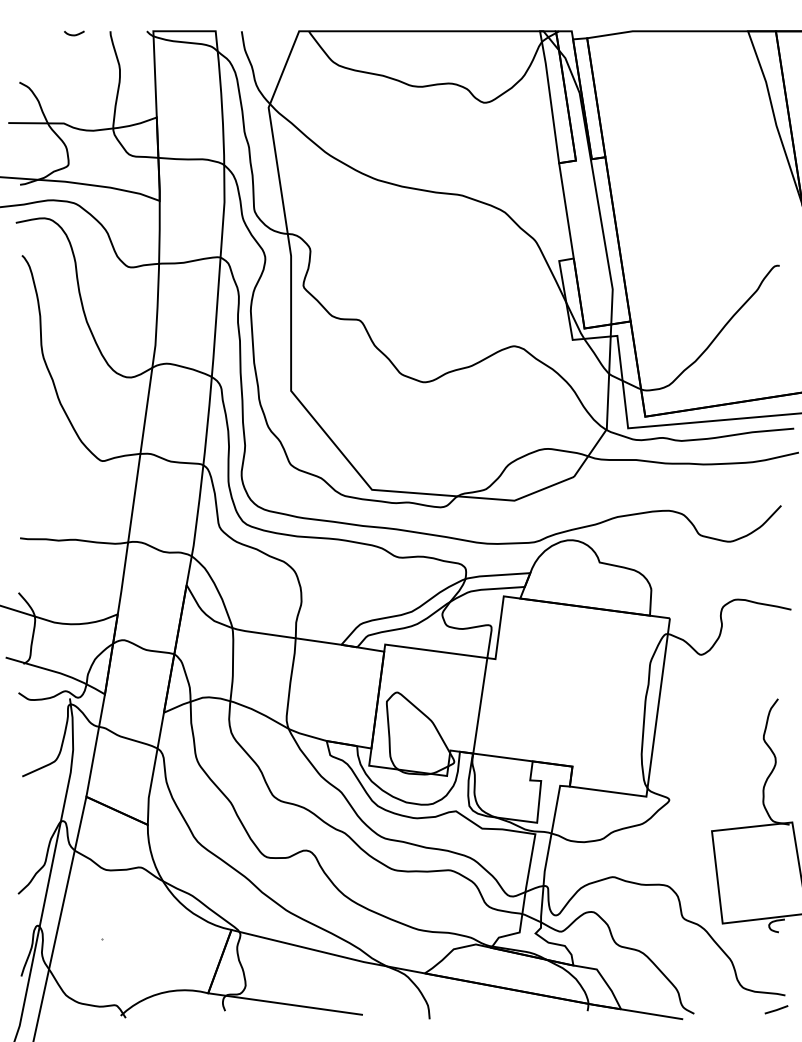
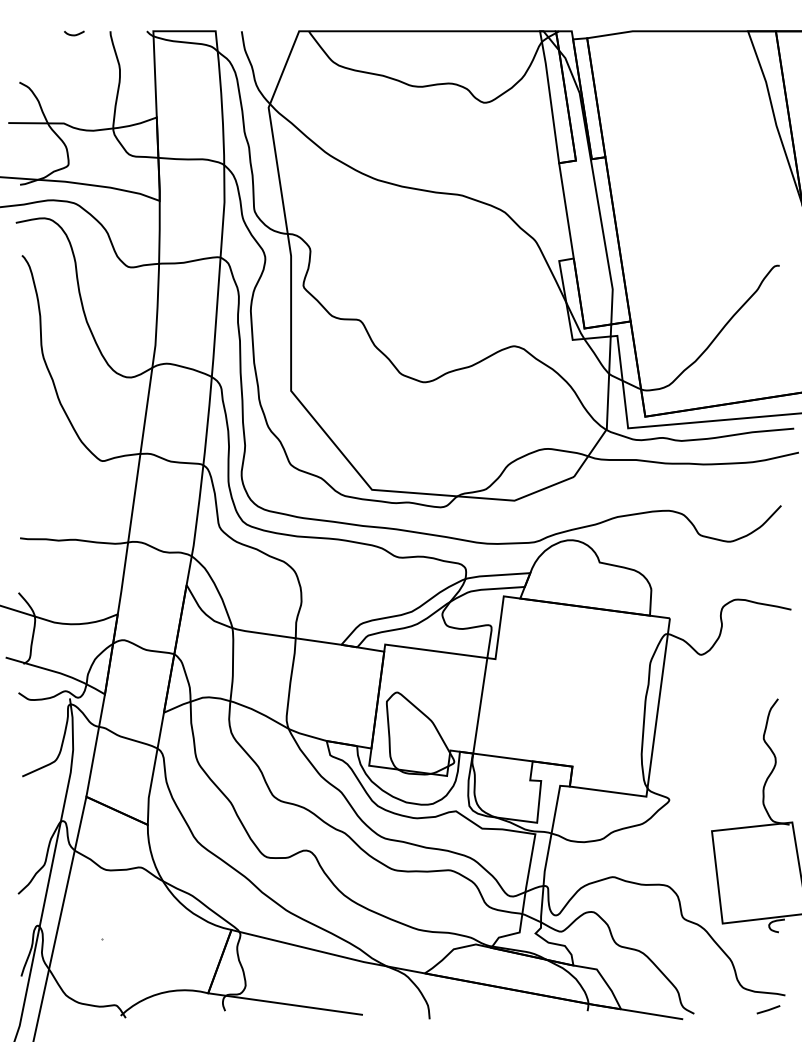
line at (776, 1009) position: (776, 1009) -> (768, 1009)
